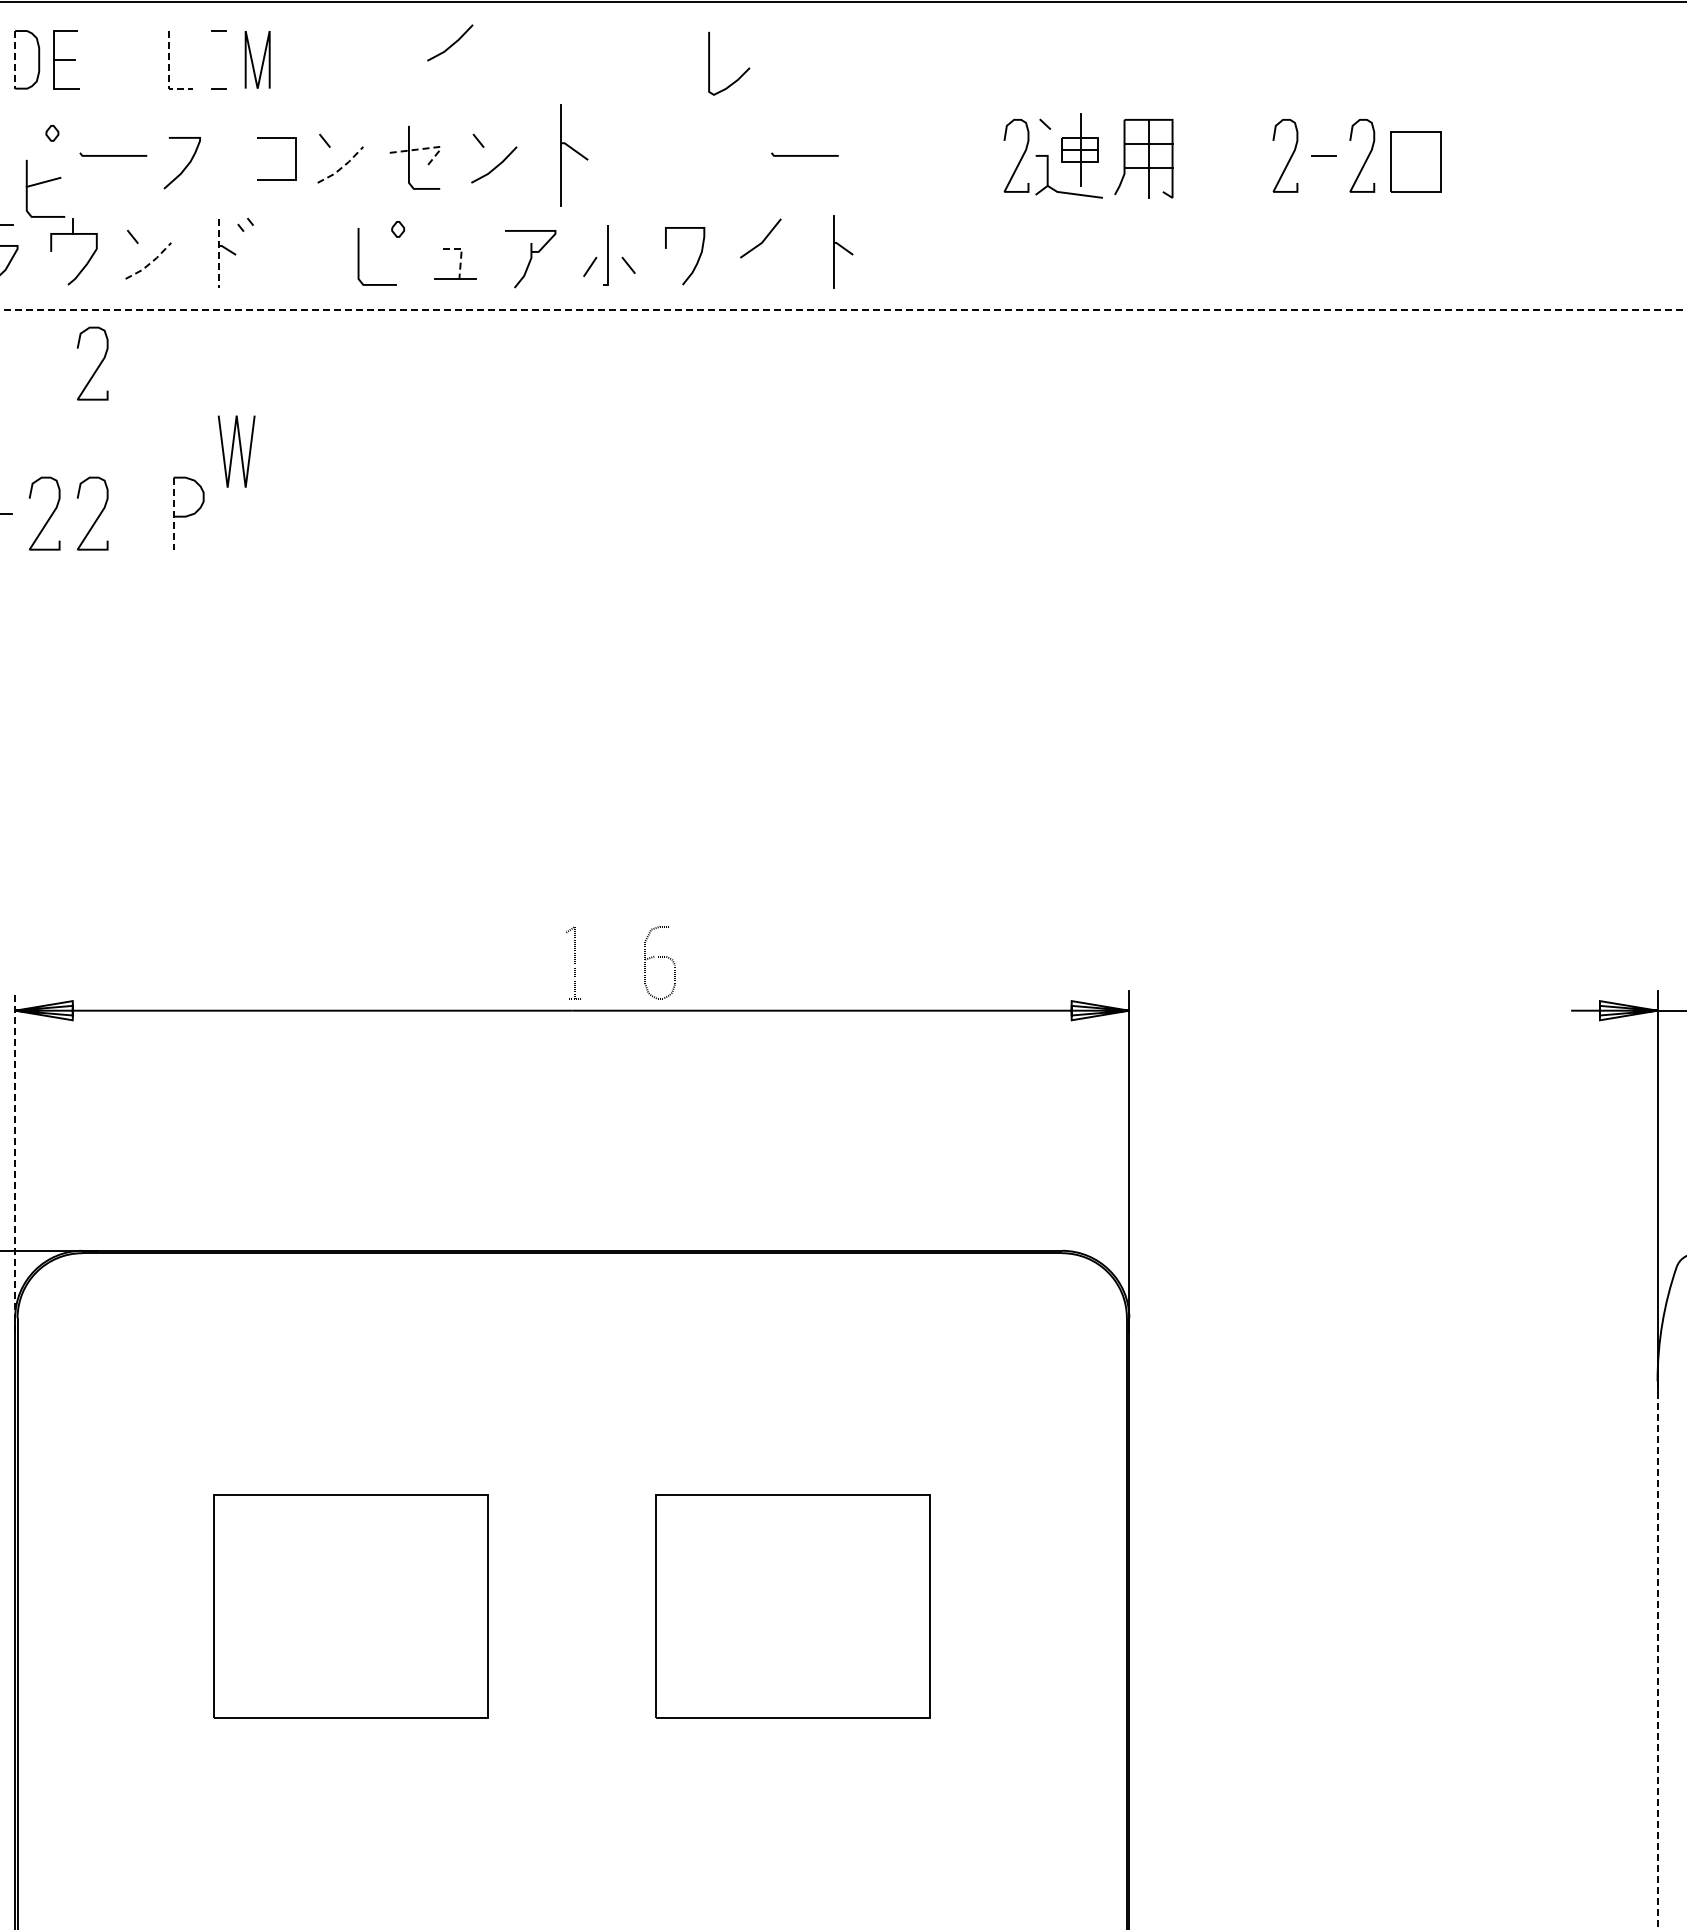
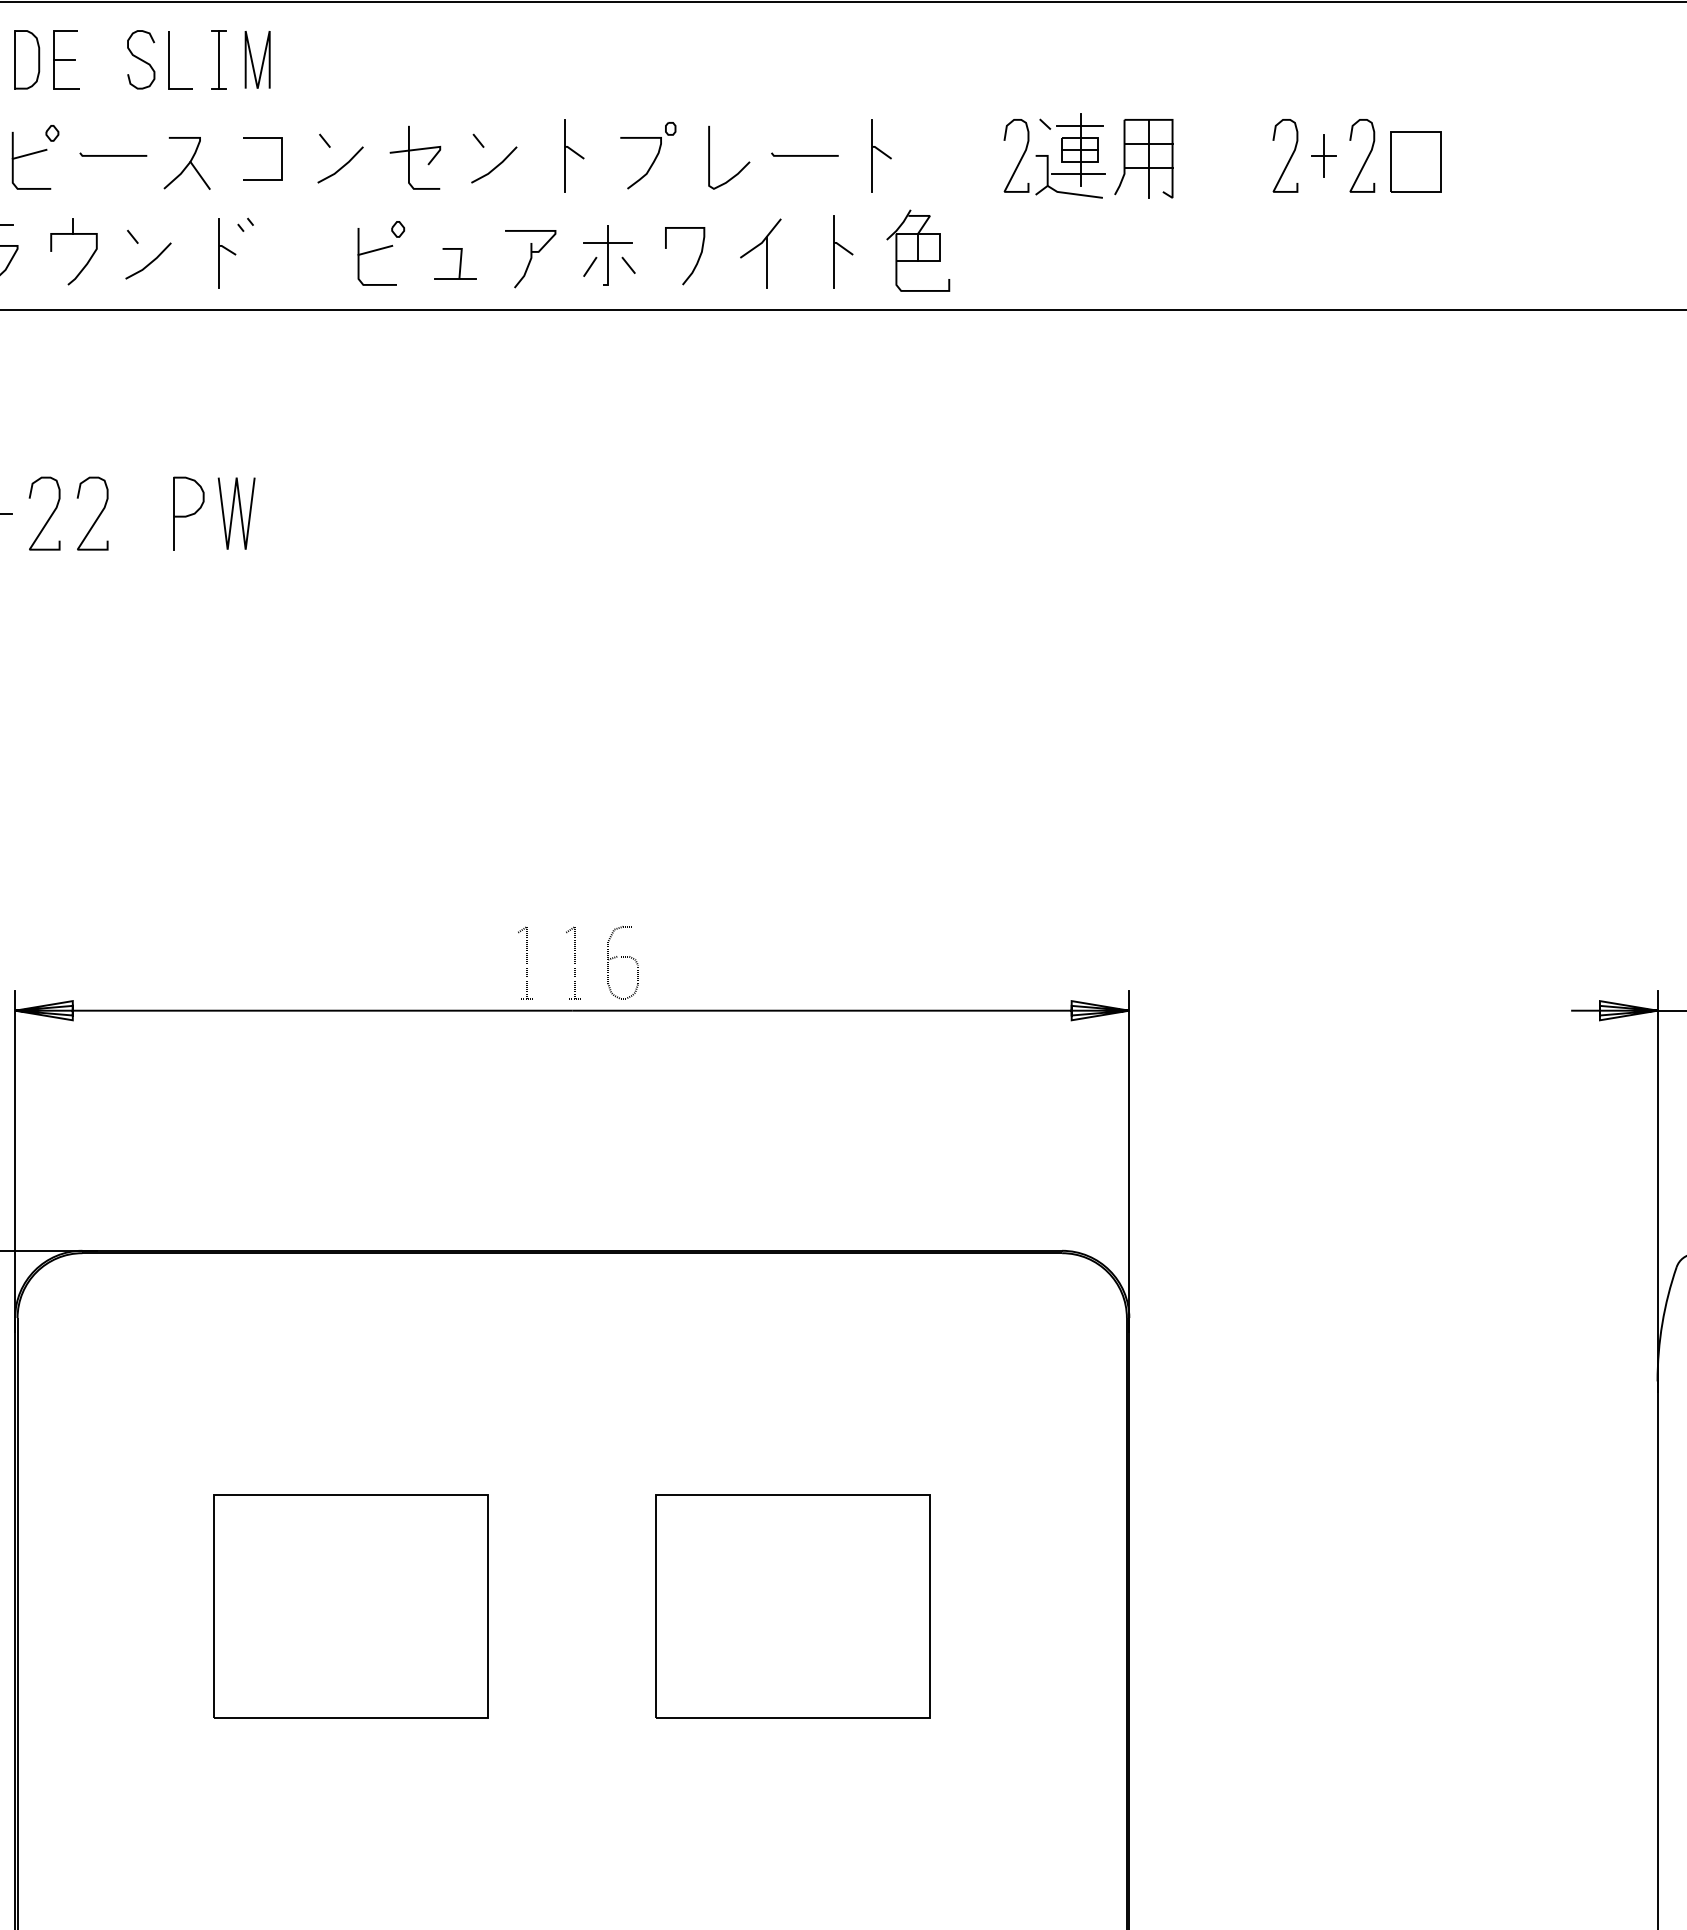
line at (452, 43): present -> none
line at (15, 59): dashed -> solid
curve at (141, 59): none -> present
line at (219, 59): none -> present
line at (168, 72): dashed -> solid
curve at (741, 74) position: (741, 74) -> (741, 168)
line at (1079, 125): none -> present
line at (428, 148): dashed -> solid
part at (574, 155) size: 29x103 px -> 21x74 px
part at (881, 155): none -> present
line at (1323, 155): none -> present
line at (295, 158) position: (295, 158) -> (281, 158)
part at (654, 158): none -> present
line at (342, 167): dashed -> solid
line at (1078, 173): none -> present
line at (199, 174): none -> present
part at (45, 188) position: (45, 188) -> (31, 160)
line at (608, 242): none -> present
line at (375, 249): none -> present
part at (918, 250): none -> present
line at (219, 253): dashed -> solid
line at (461, 253): dashed -> solid
line at (766, 261): none -> present
line at (150, 263): dashed -> solid
line at (844, 309): dashed -> solid
curve at (97, 366): present -> none
line at (233, 451) position: (233, 451) -> (233, 513)
line at (173, 514): dashed -> solid
curve at (658, 957) position: (658, 957) -> (621, 957)
part at (525, 962): none -> present
line at (15, 1161): dashed -> solid
line at (1657, 1655): dashed -> solid
